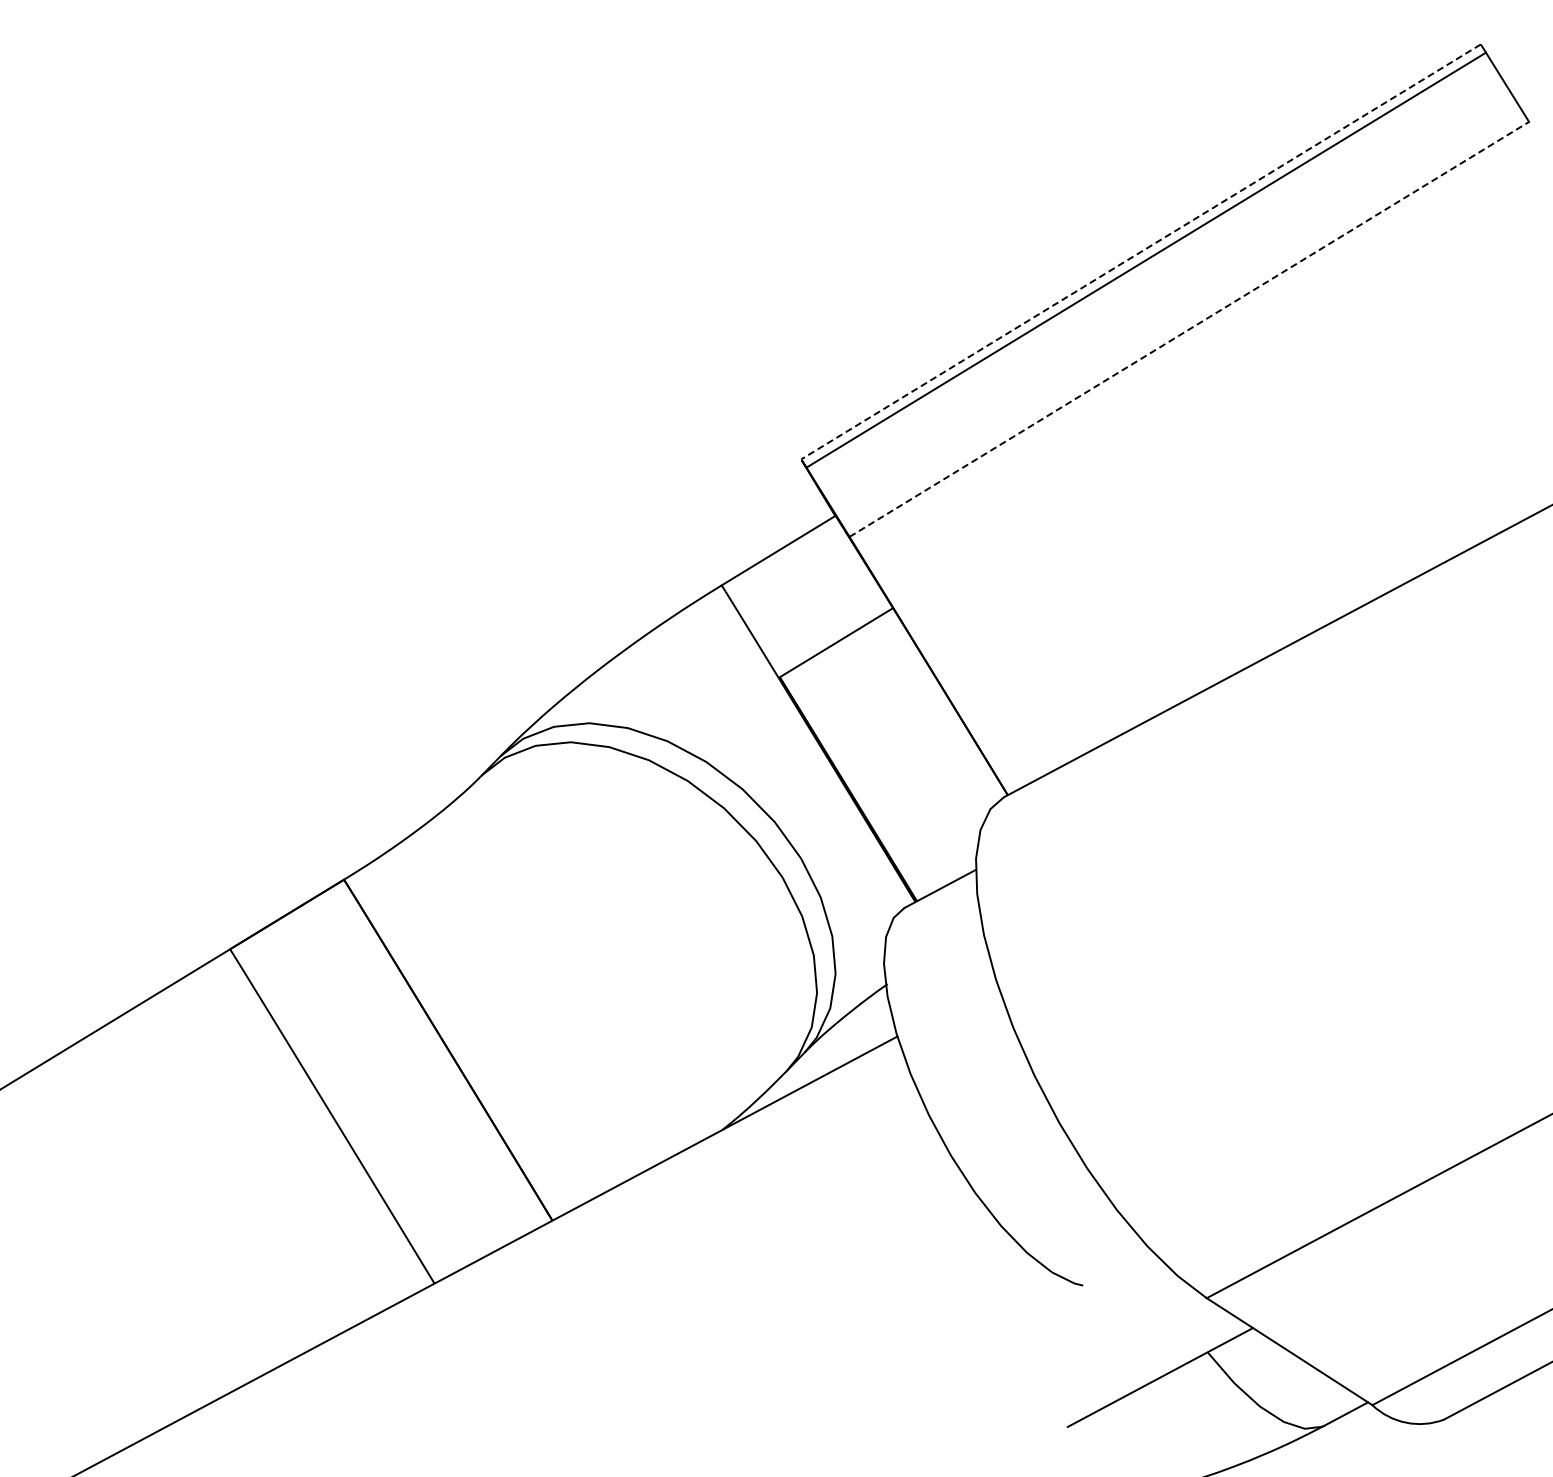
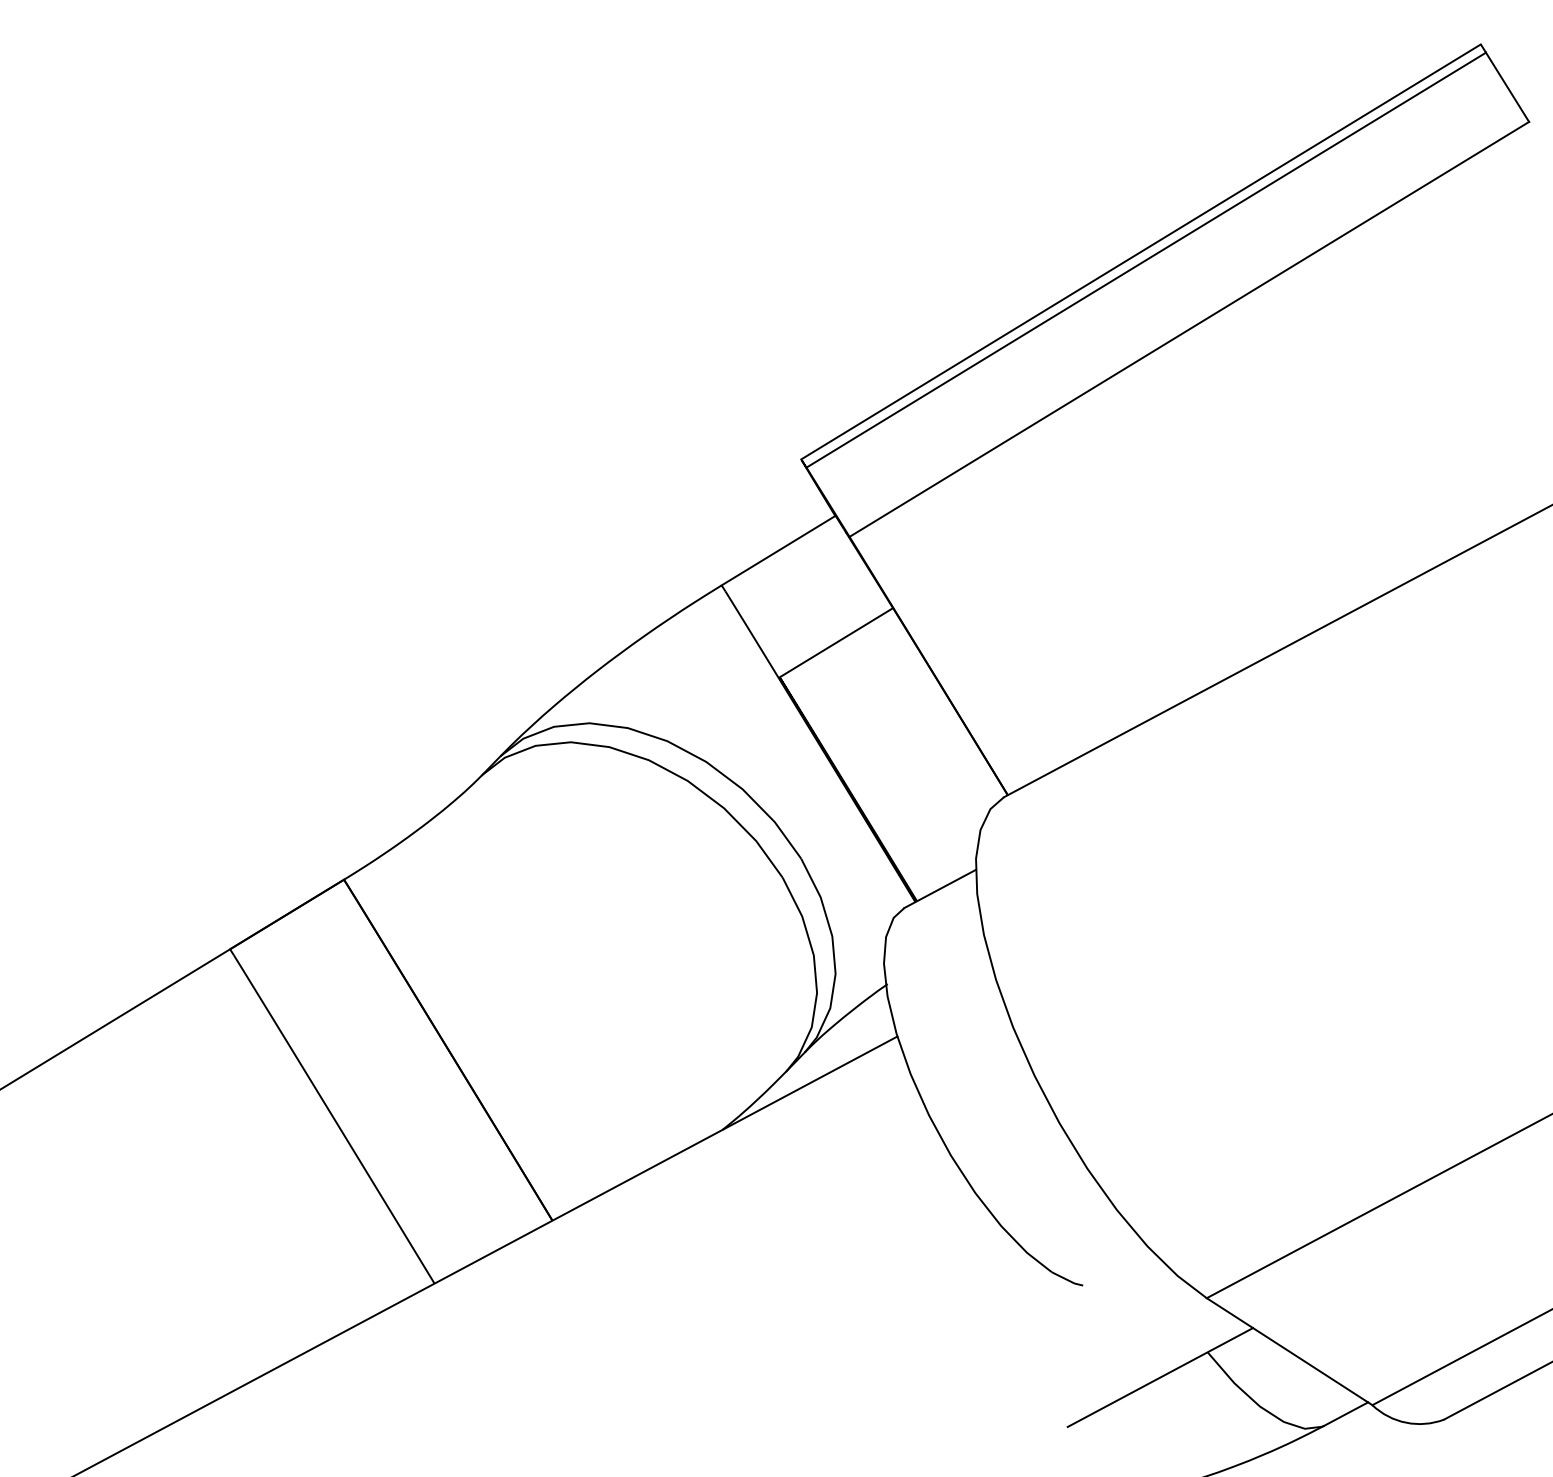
line at (1140, 252): dashed -> solid
line at (1189, 329): dashed -> solid
